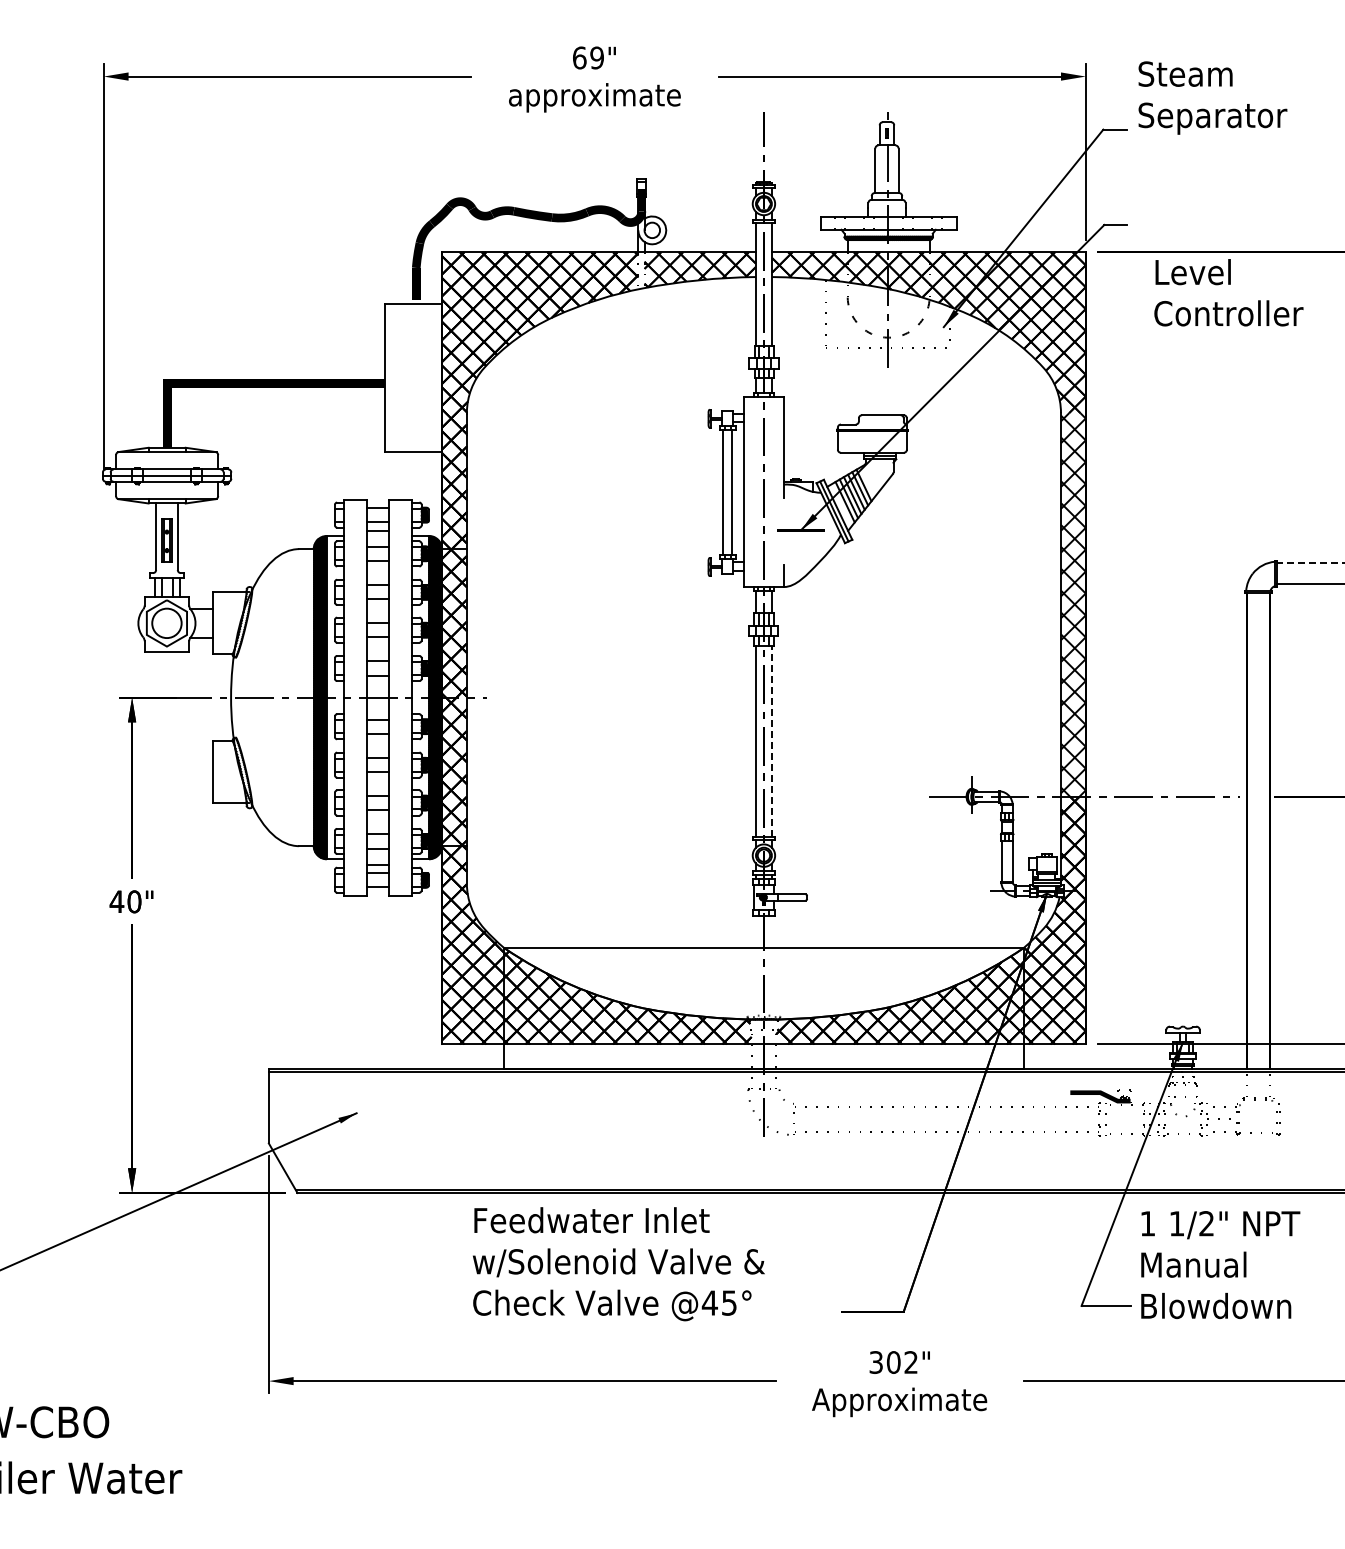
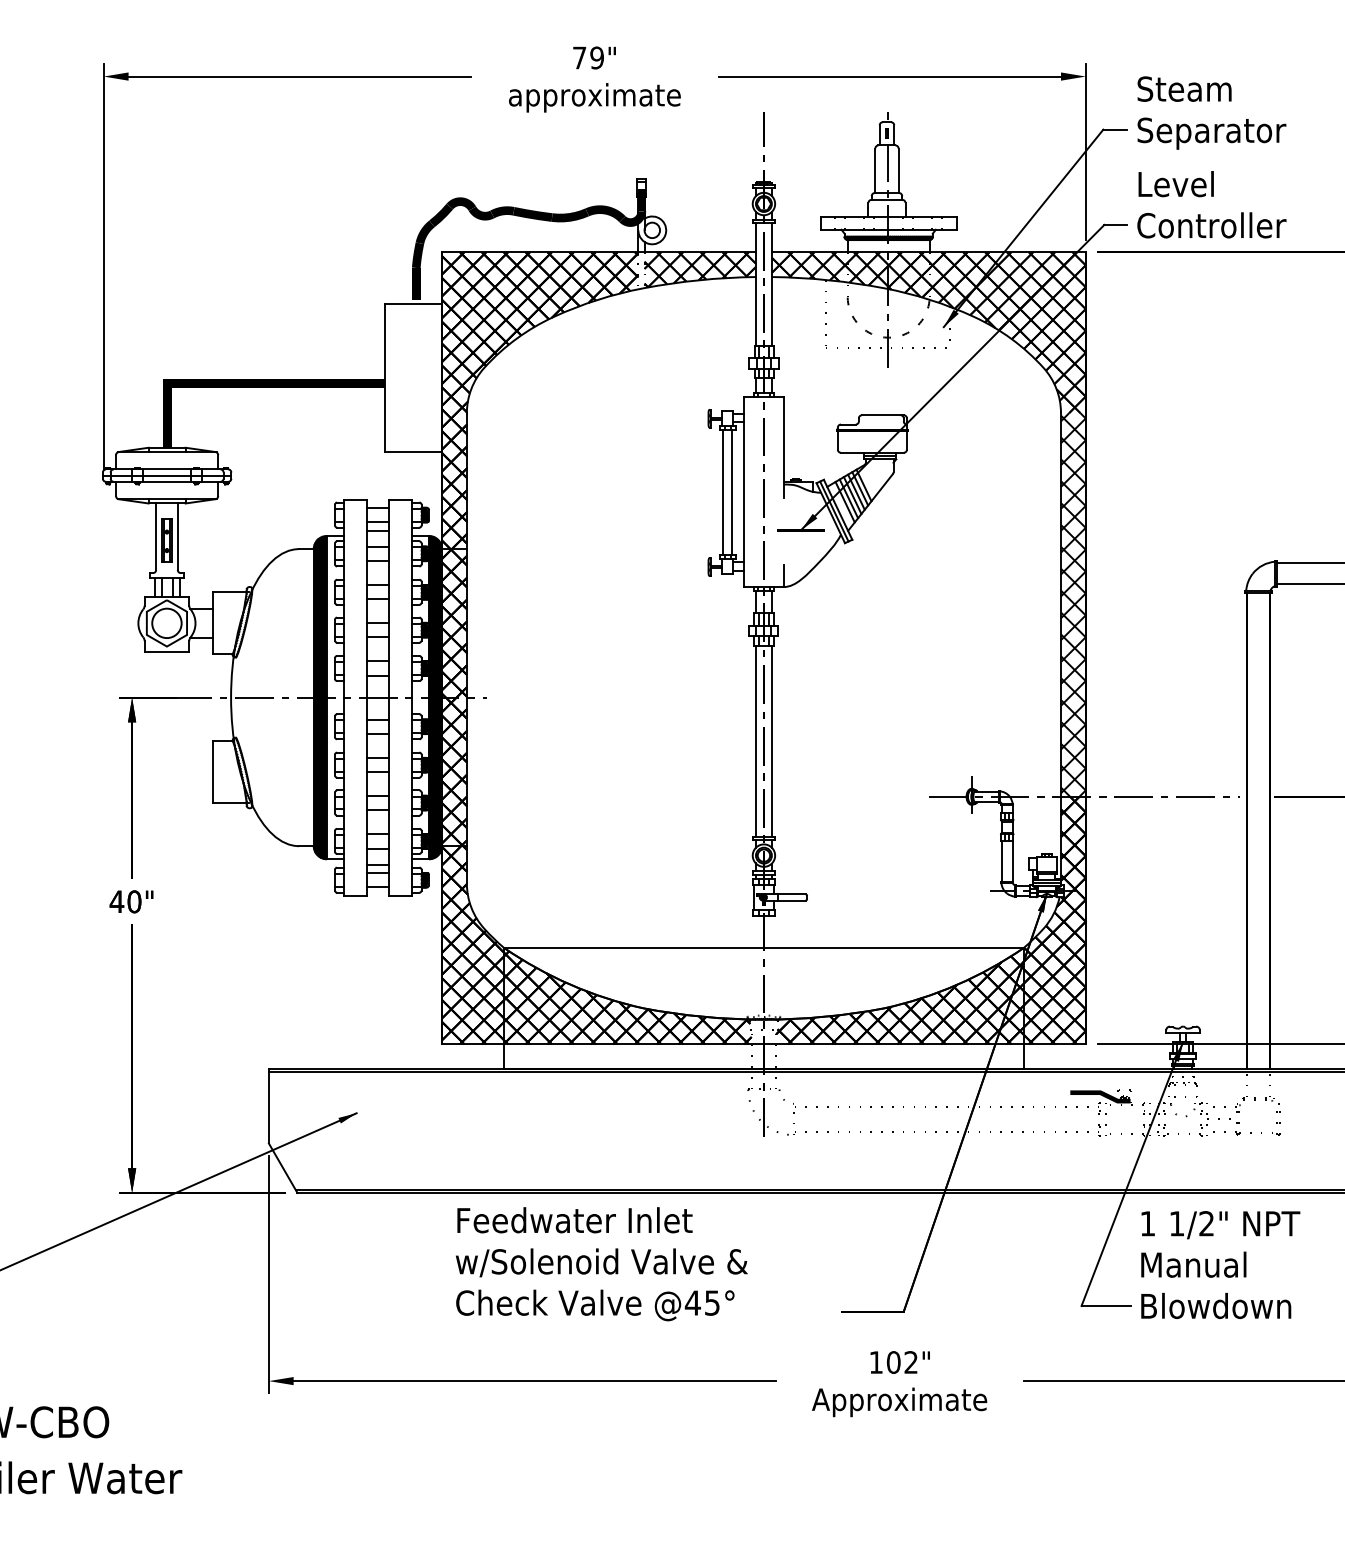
text at (579, 57): 69" -> 79"
text at (1212, 97) position: (1212, 97) -> (1211, 112)
text at (1228, 292) position: (1228, 292) -> (1211, 204)
line at (1310, 563): dashed -> solid
line at (771, 741): dashed -> solid
text at (618, 1264) position: (618, 1264) -> (601, 1264)
text at (875, 1362): 302" -> 102"
